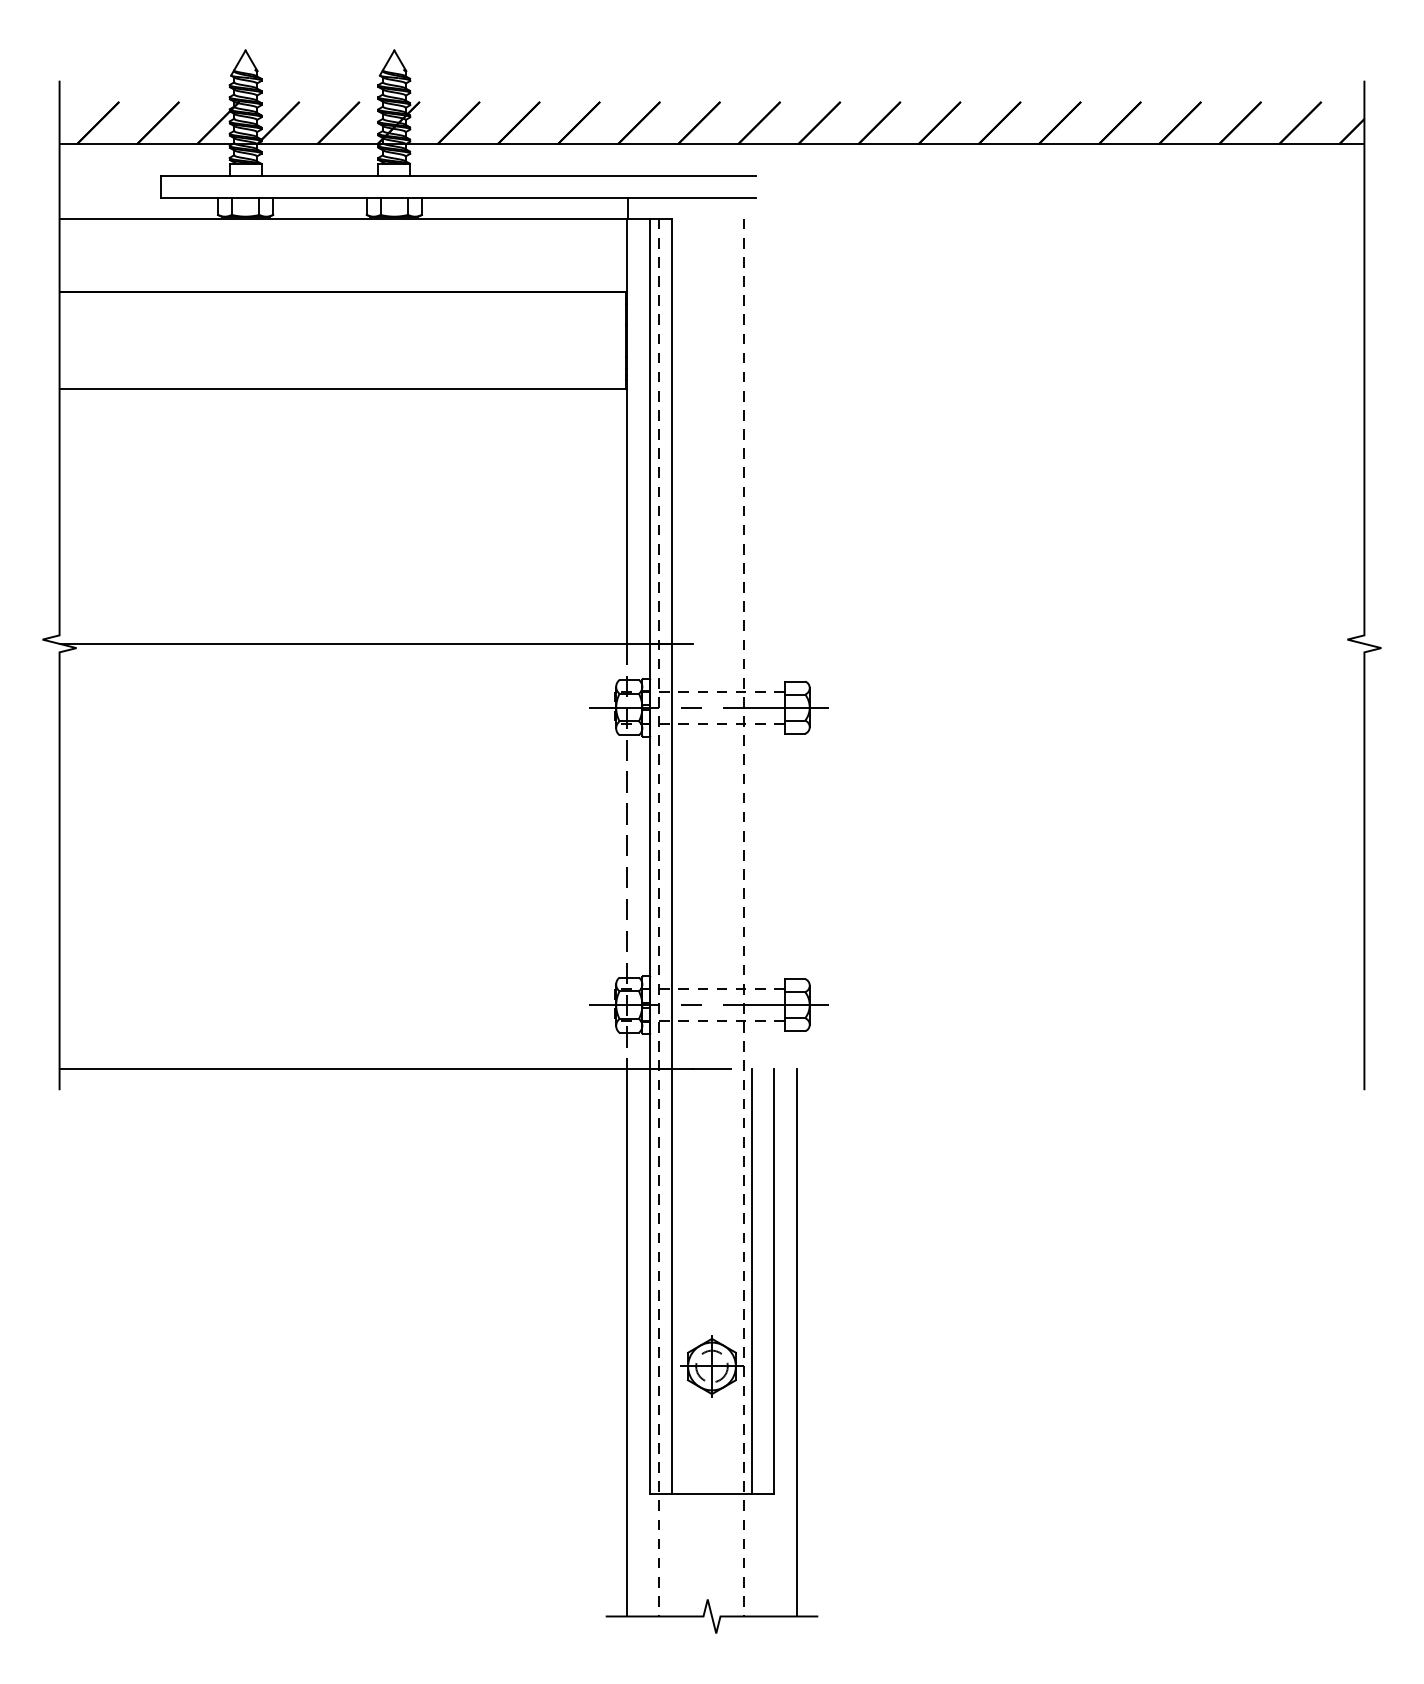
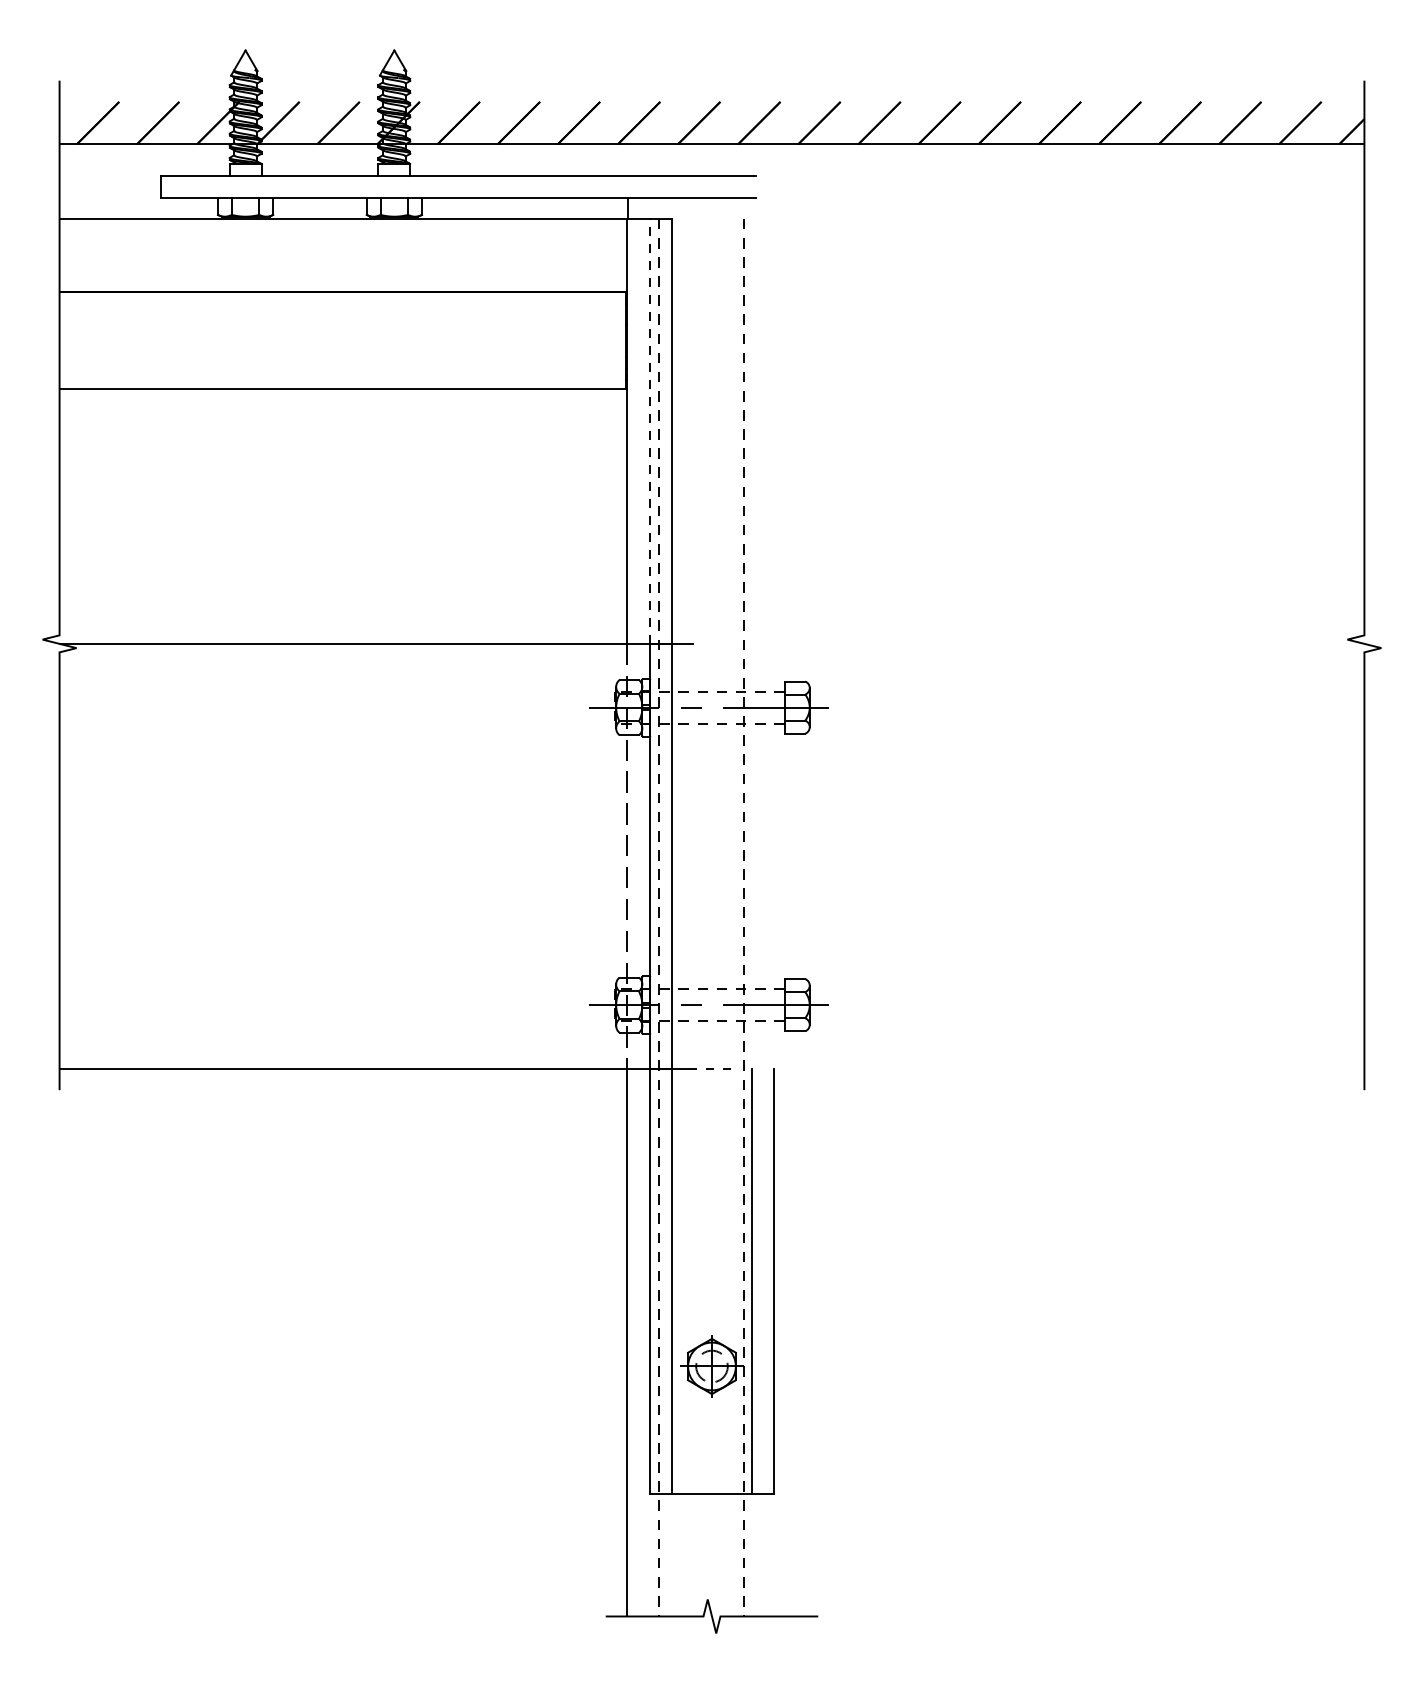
line at (650, 431): solid -> dashed
line at (711, 1068): solid -> dashed
line at (797, 1342): present -> none
